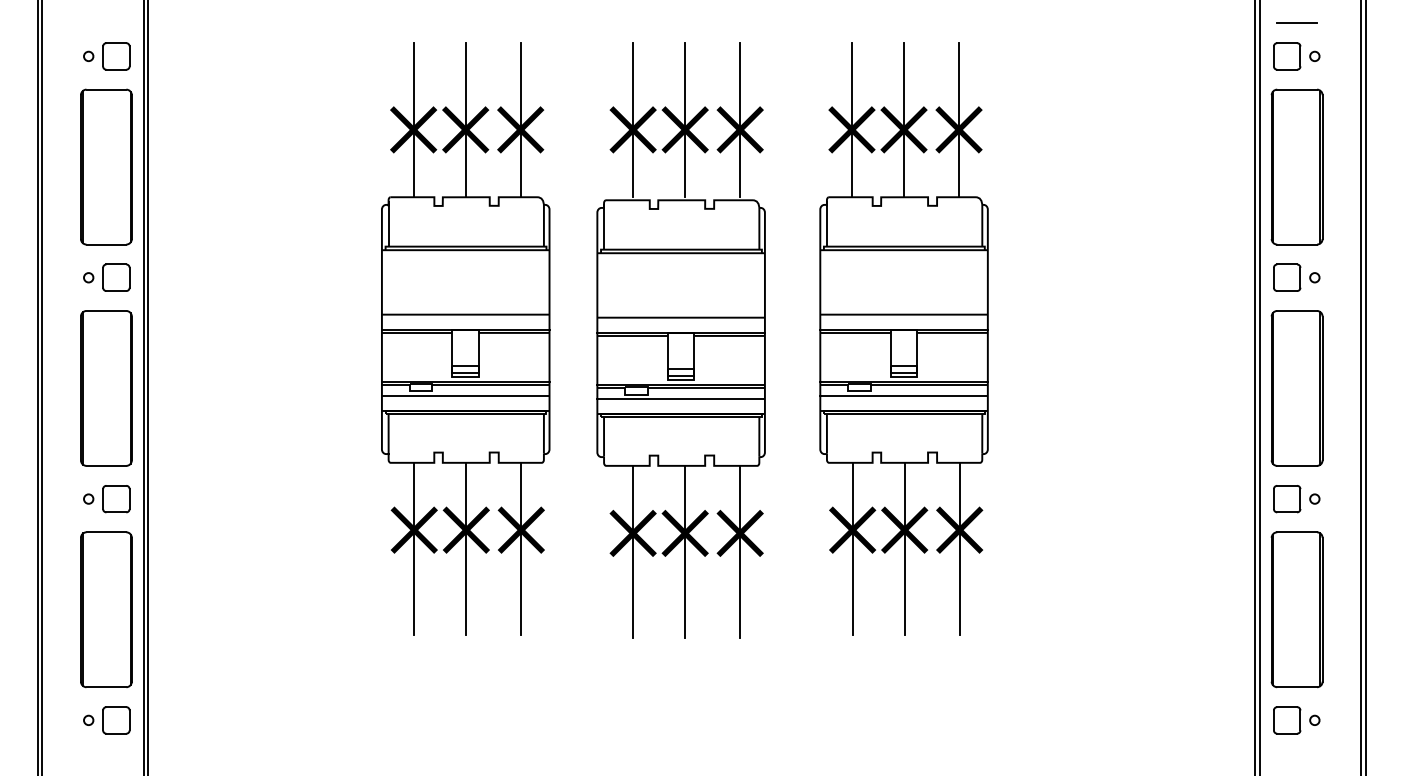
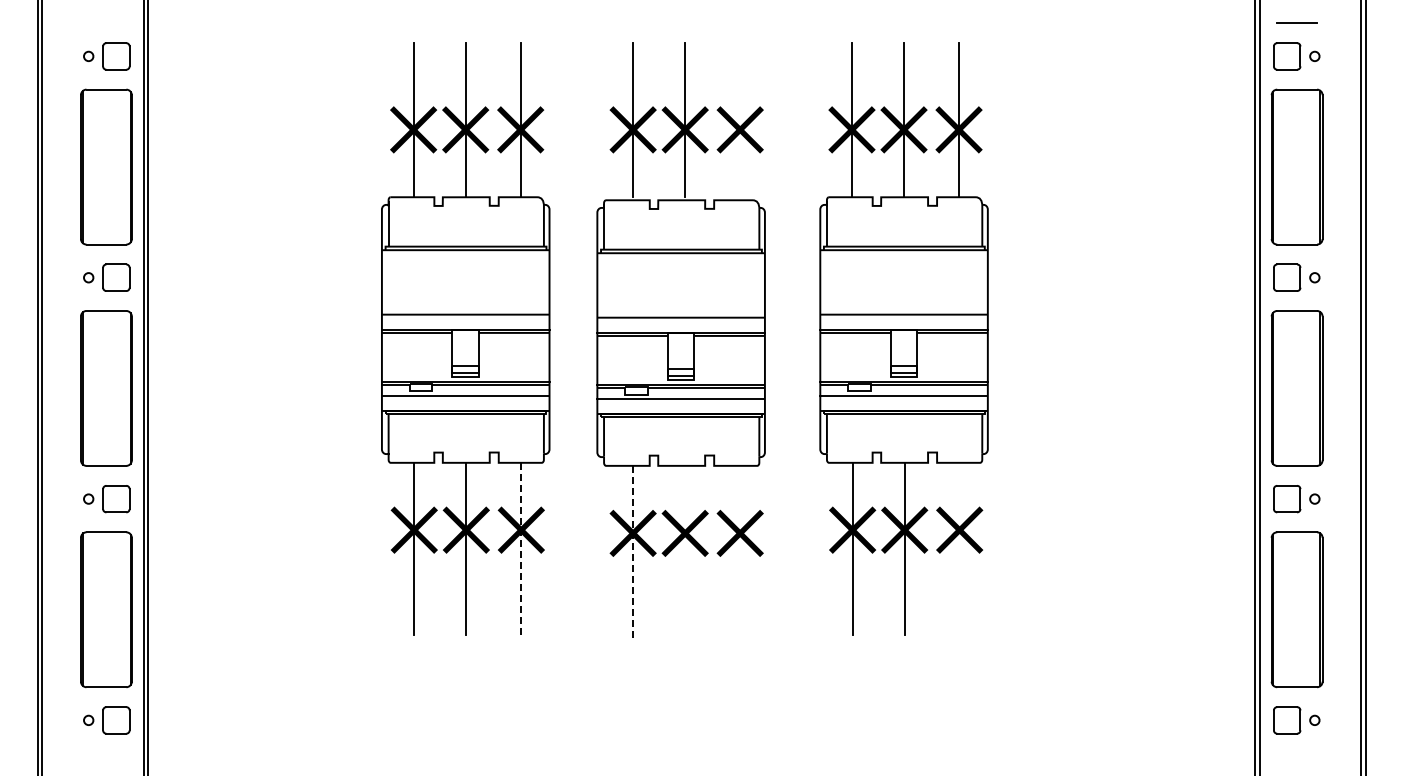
line at (740, 119): present -> none
line at (521, 548): solid -> dashed
line at (959, 548): present -> none
line at (685, 551): present -> none
line at (740, 551): present -> none
line at (633, 552): solid -> dashed
